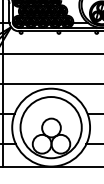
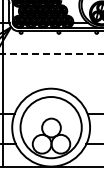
line at (52, 53): solid -> dashed
line at (51, 83): present -> none
